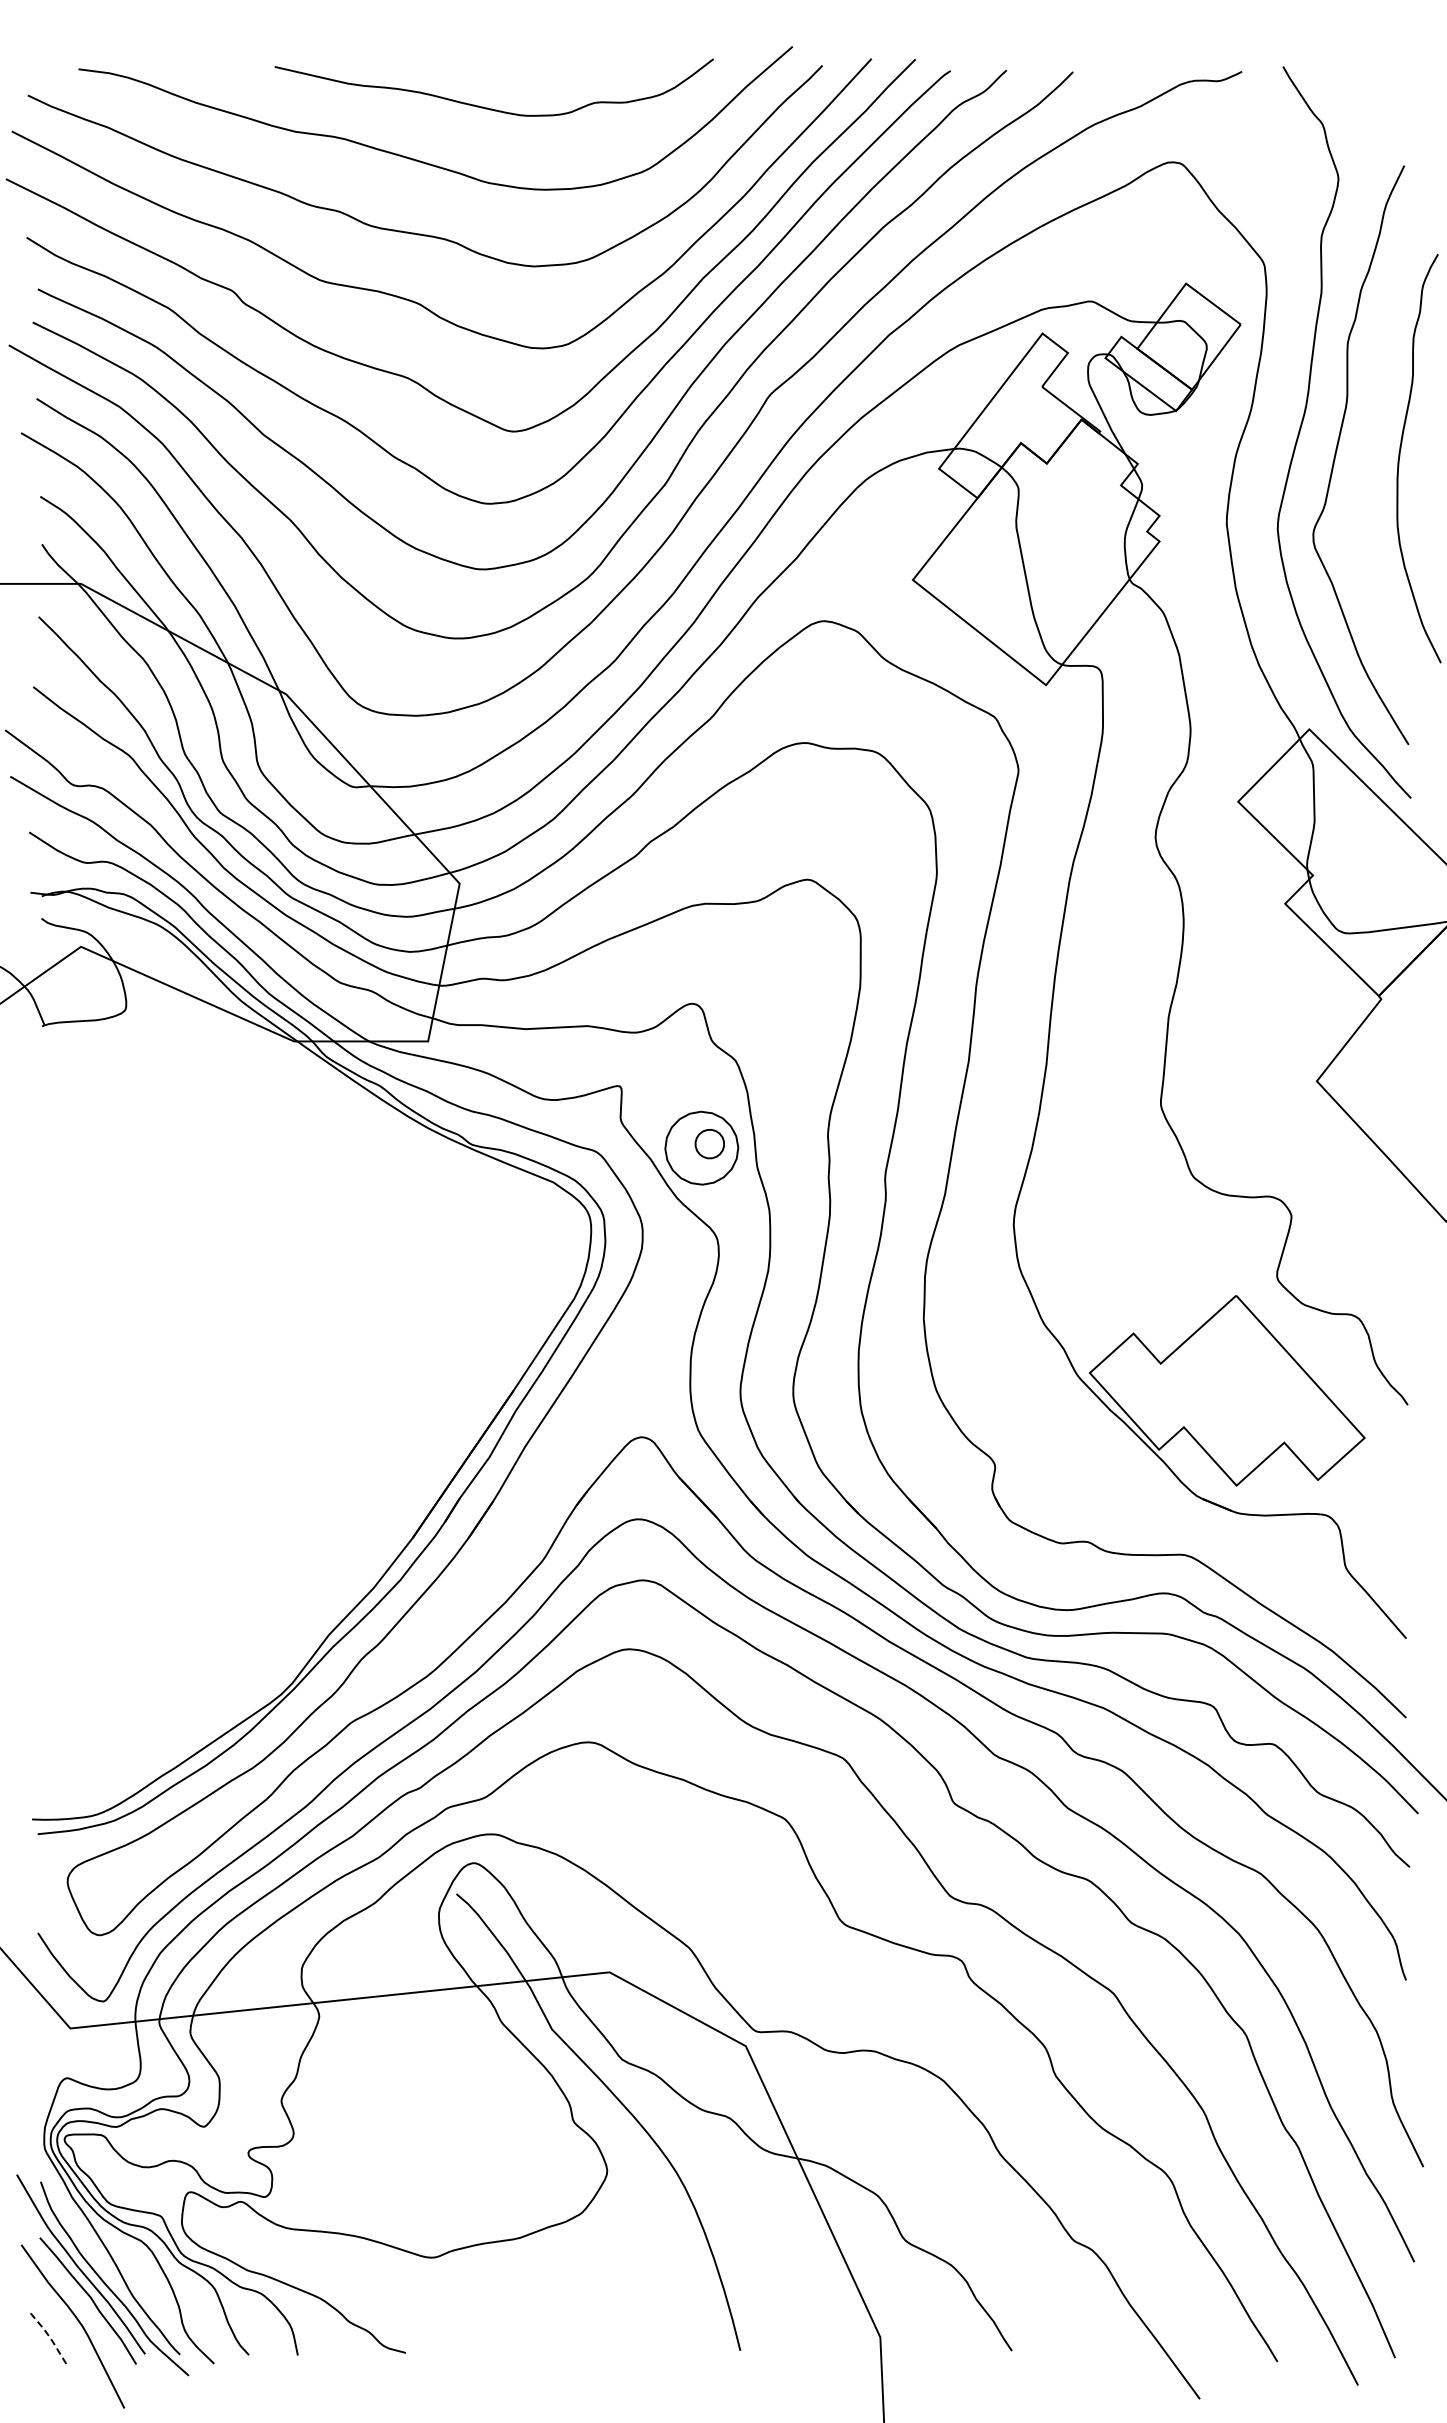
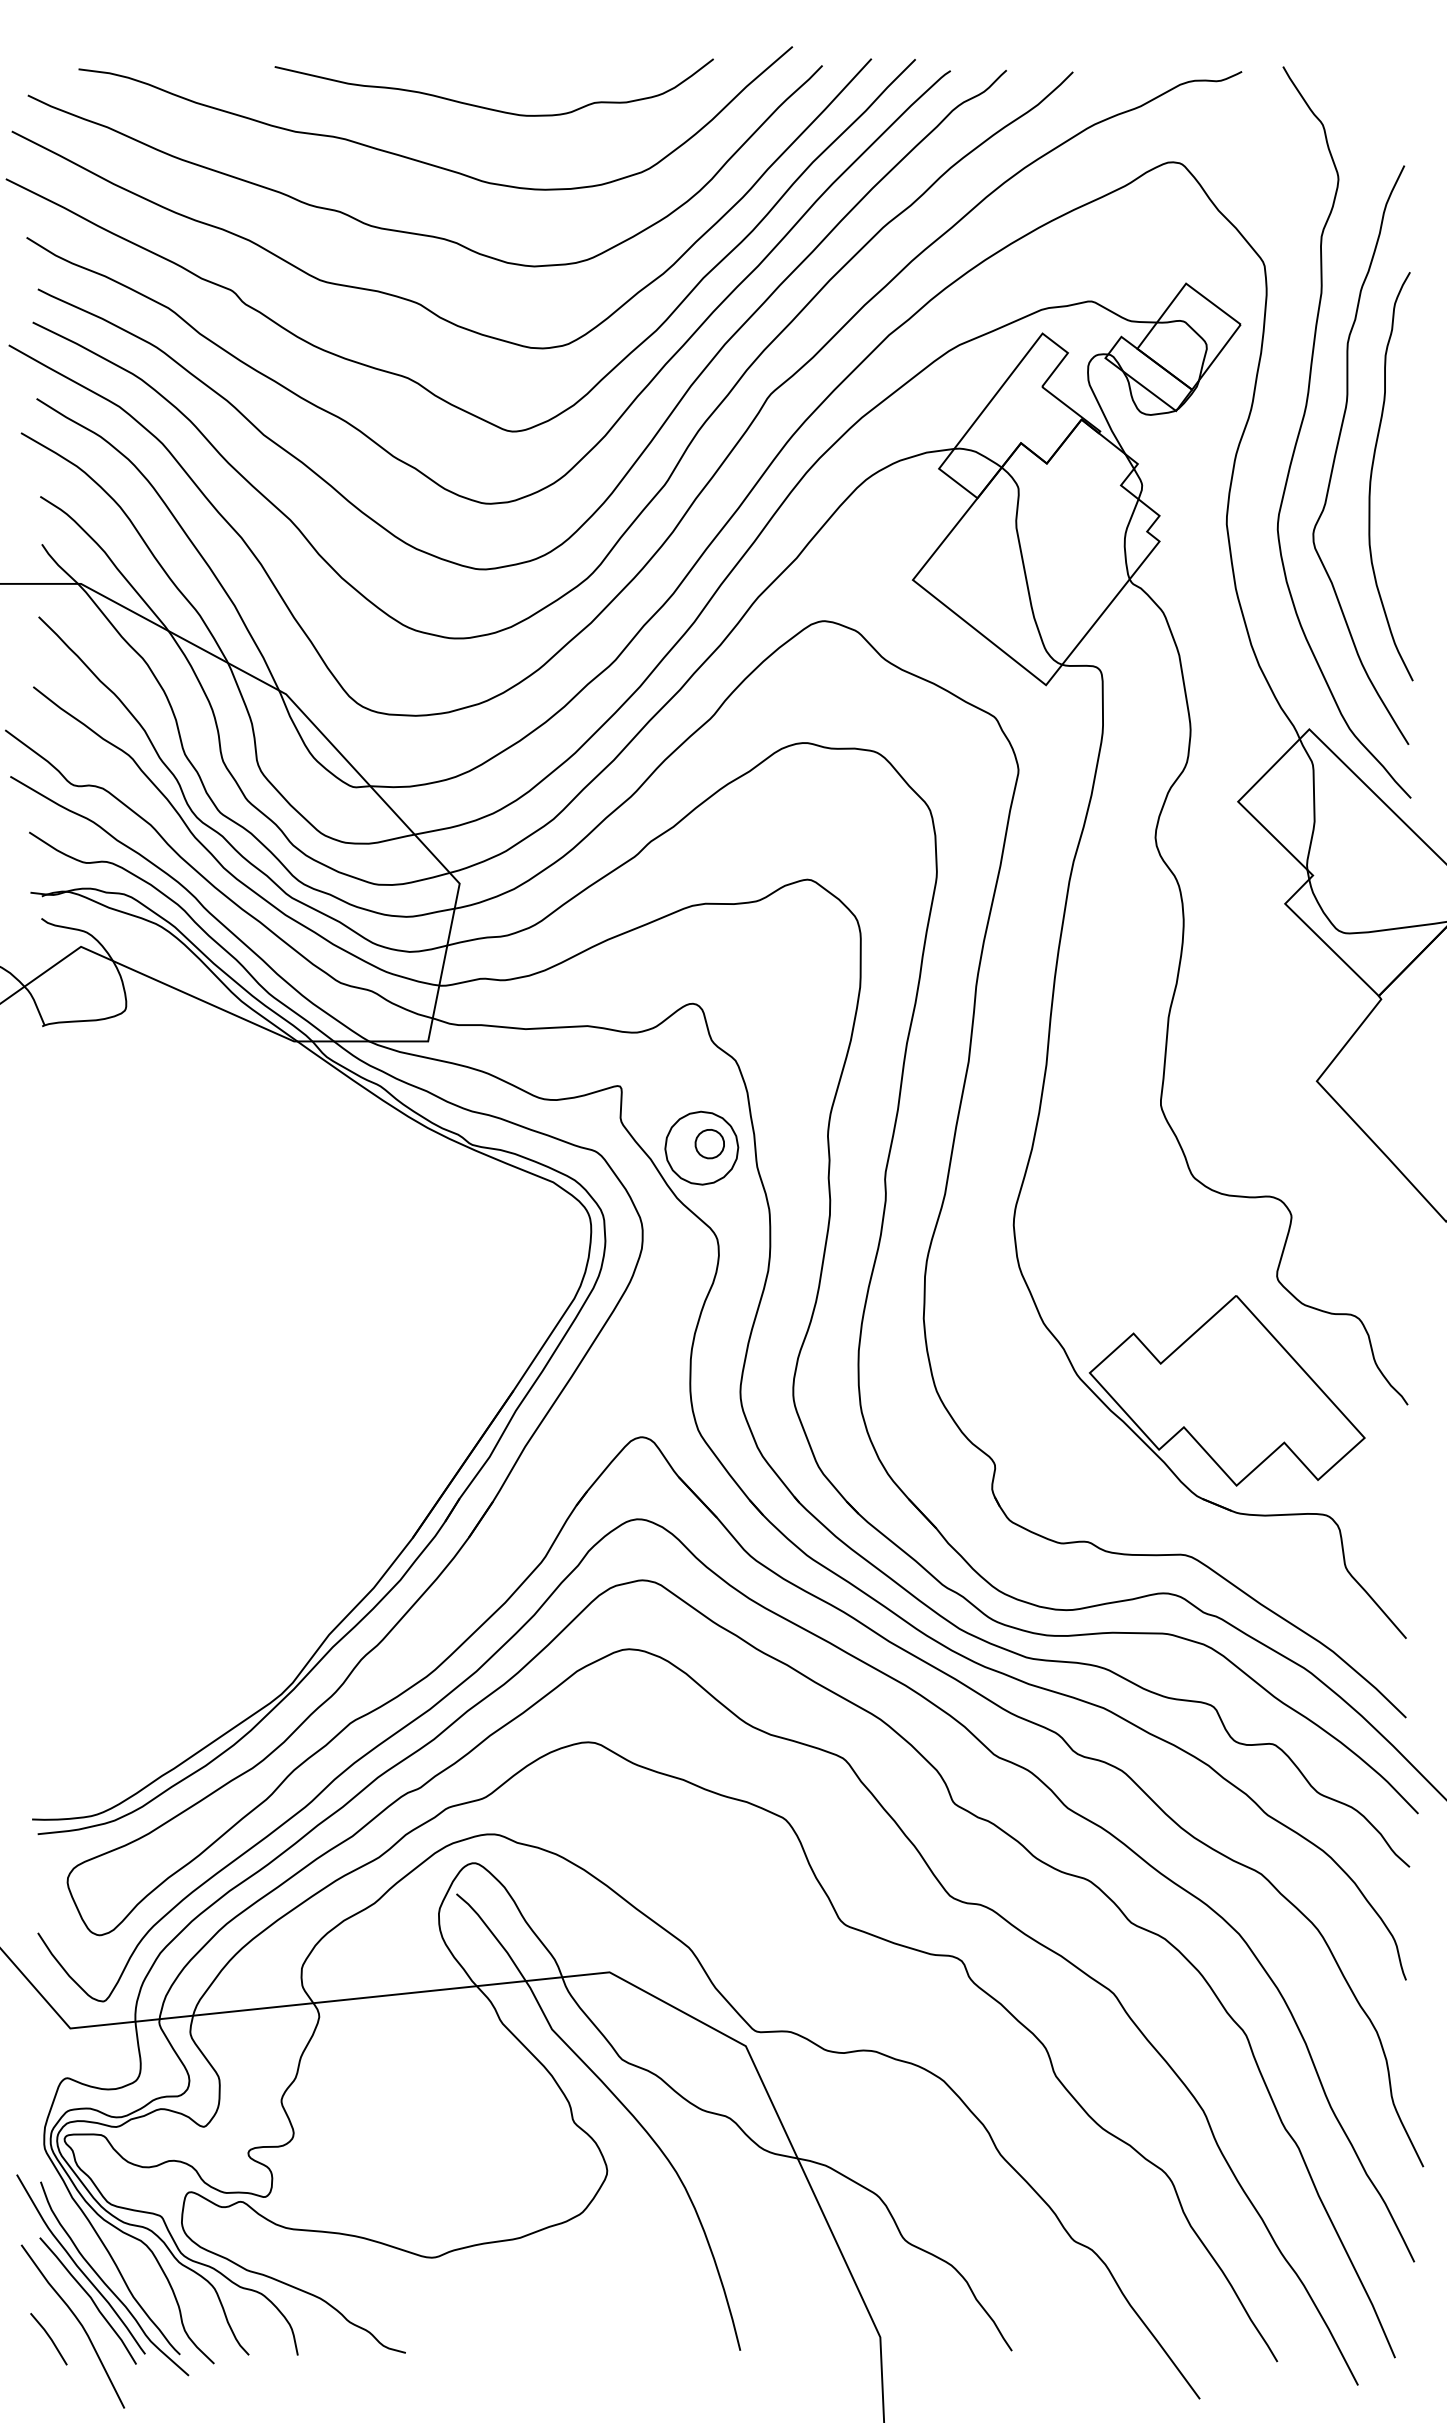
curve at (1400, 456) position: (1400, 456) -> (1372, 474)
line at (50, 2338): dashed -> solid
